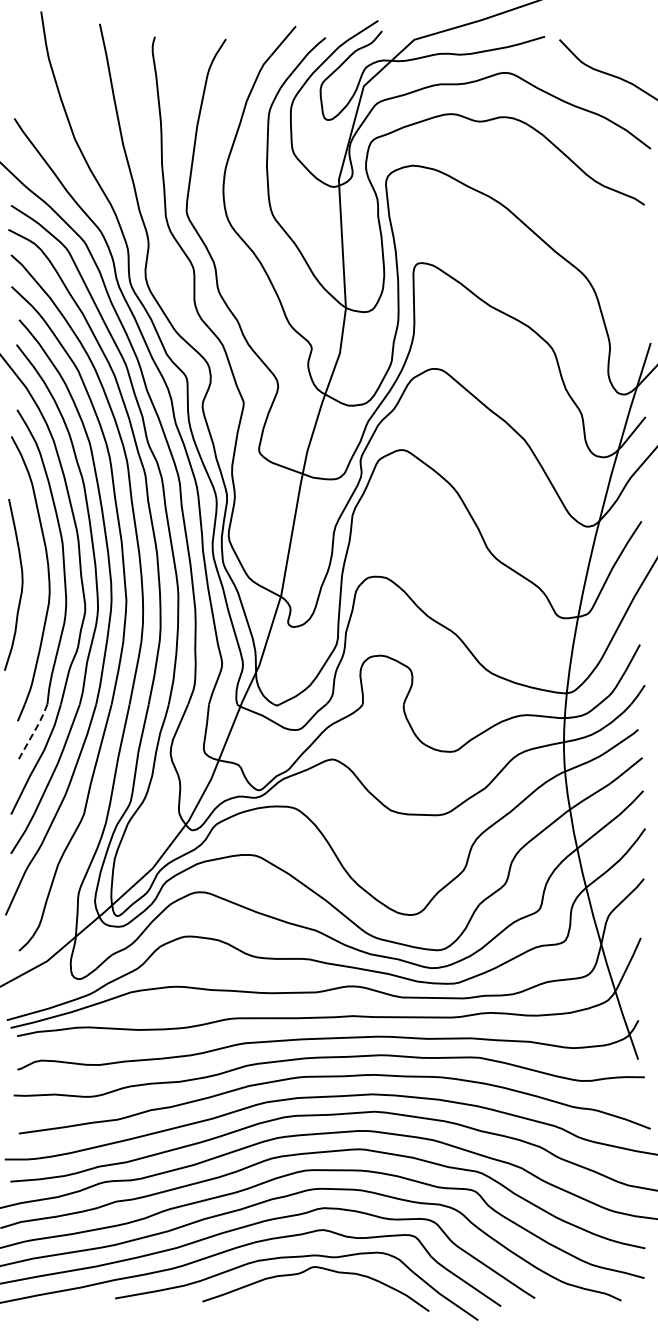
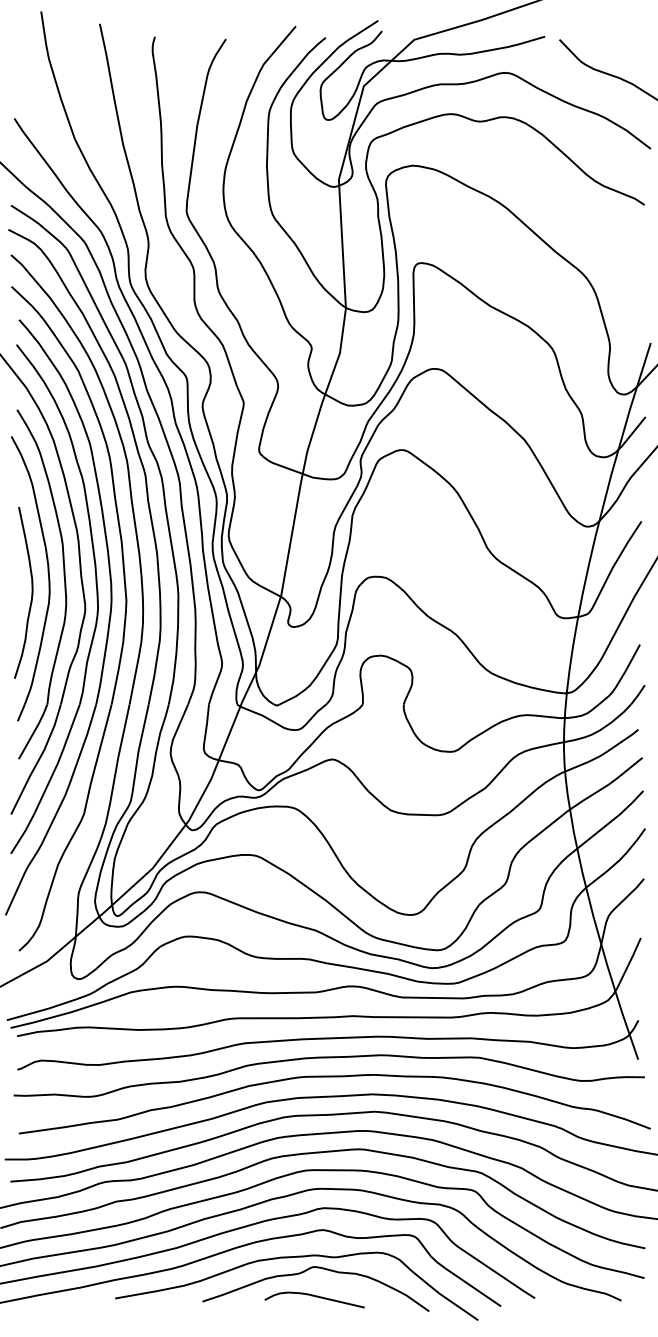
curve at (21, 584) position: (21, 584) -> (31, 592)
line at (34, 731): dashed -> solid
curve at (315, 1297): none -> present
